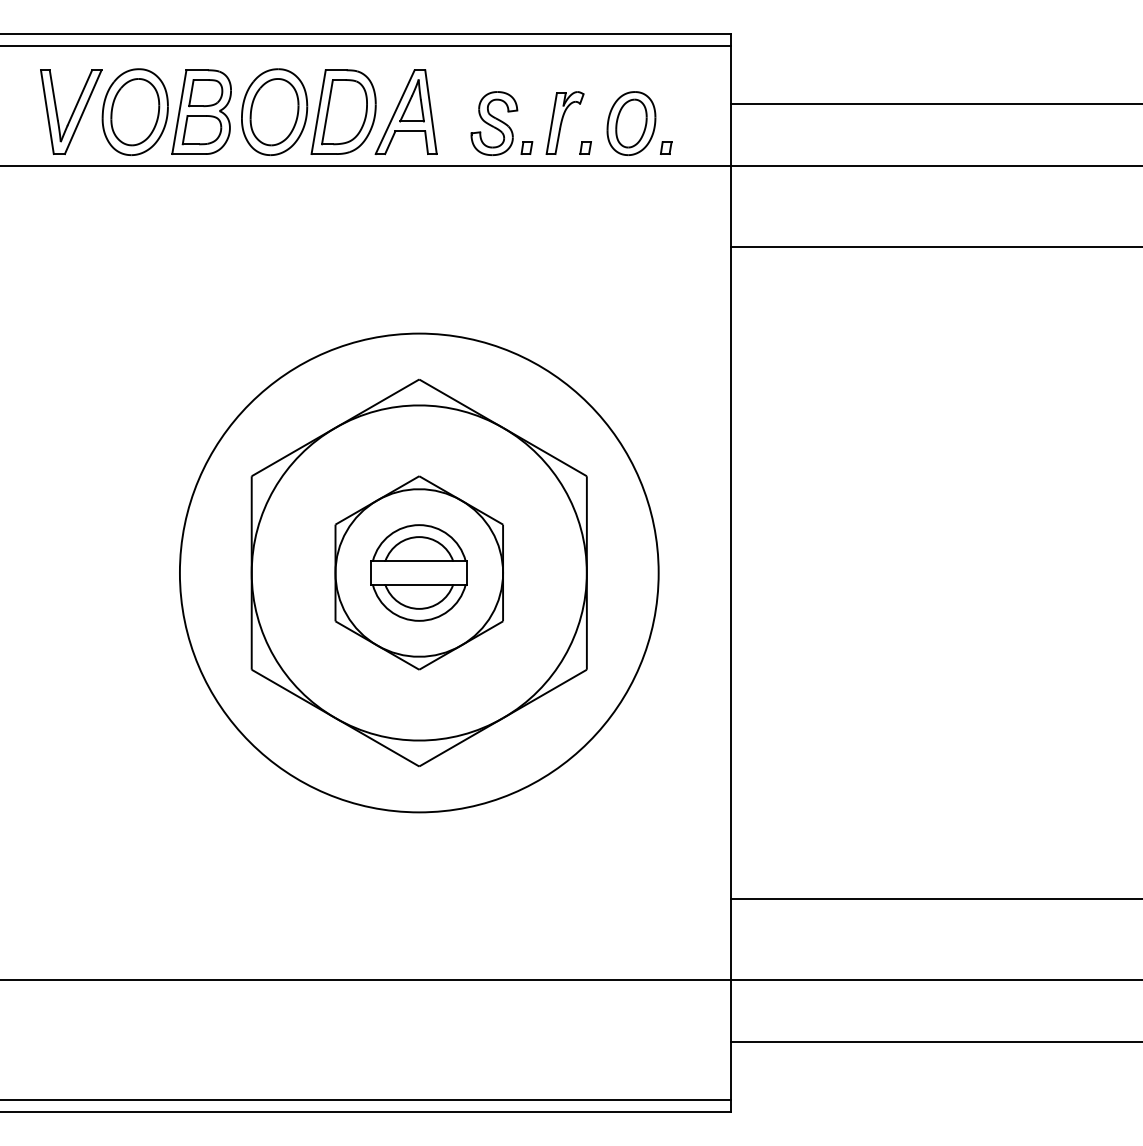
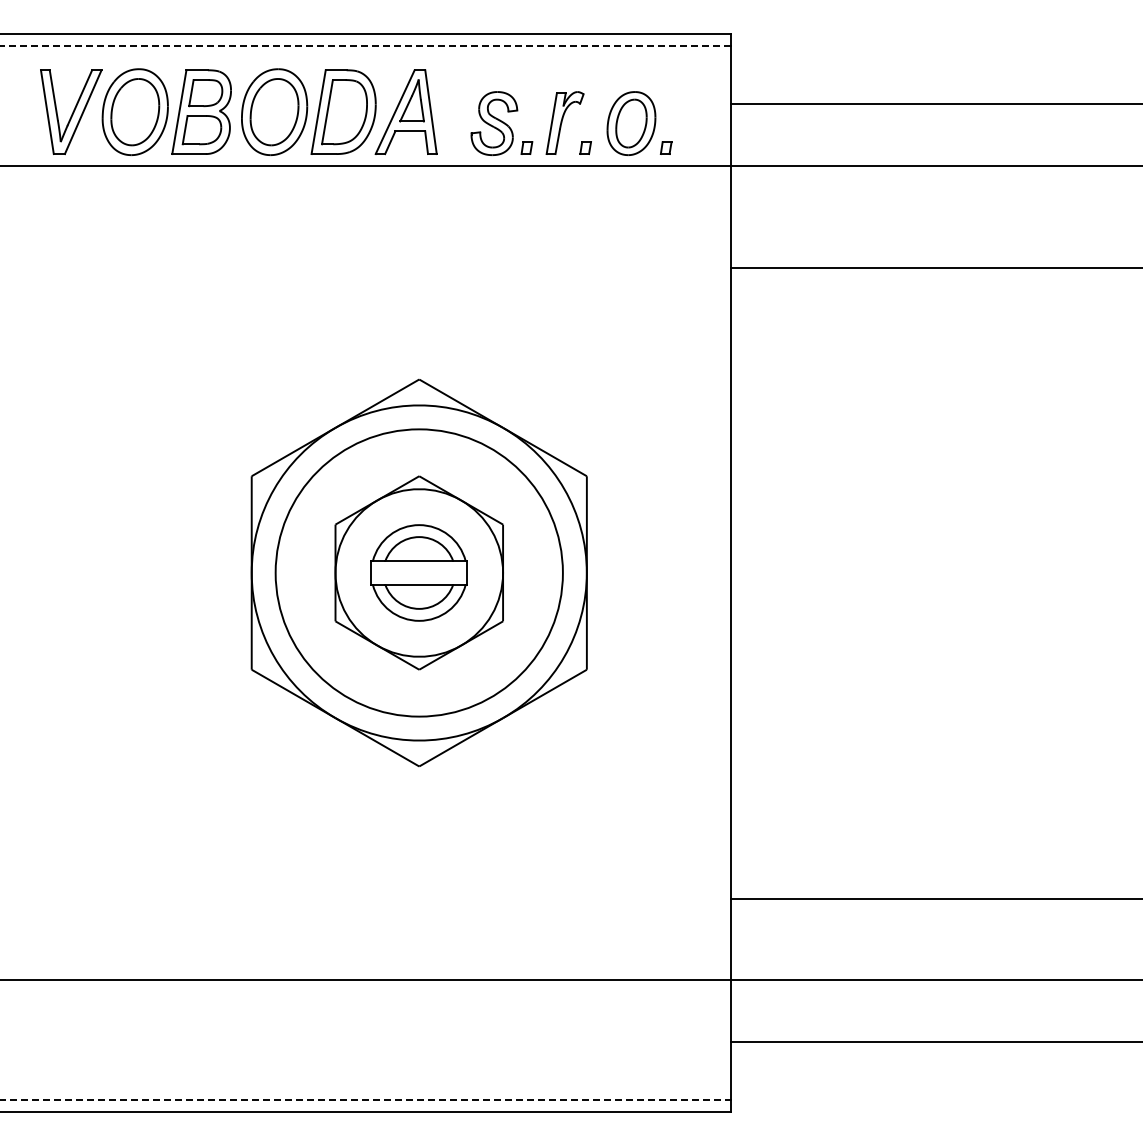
line at (364, 46): solid -> dashed
line at (934, 247) position: (934, 247) -> (934, 268)
circle at (418, 572) diameter: 479 px -> 287 px
line at (365, 1099): solid -> dashed
